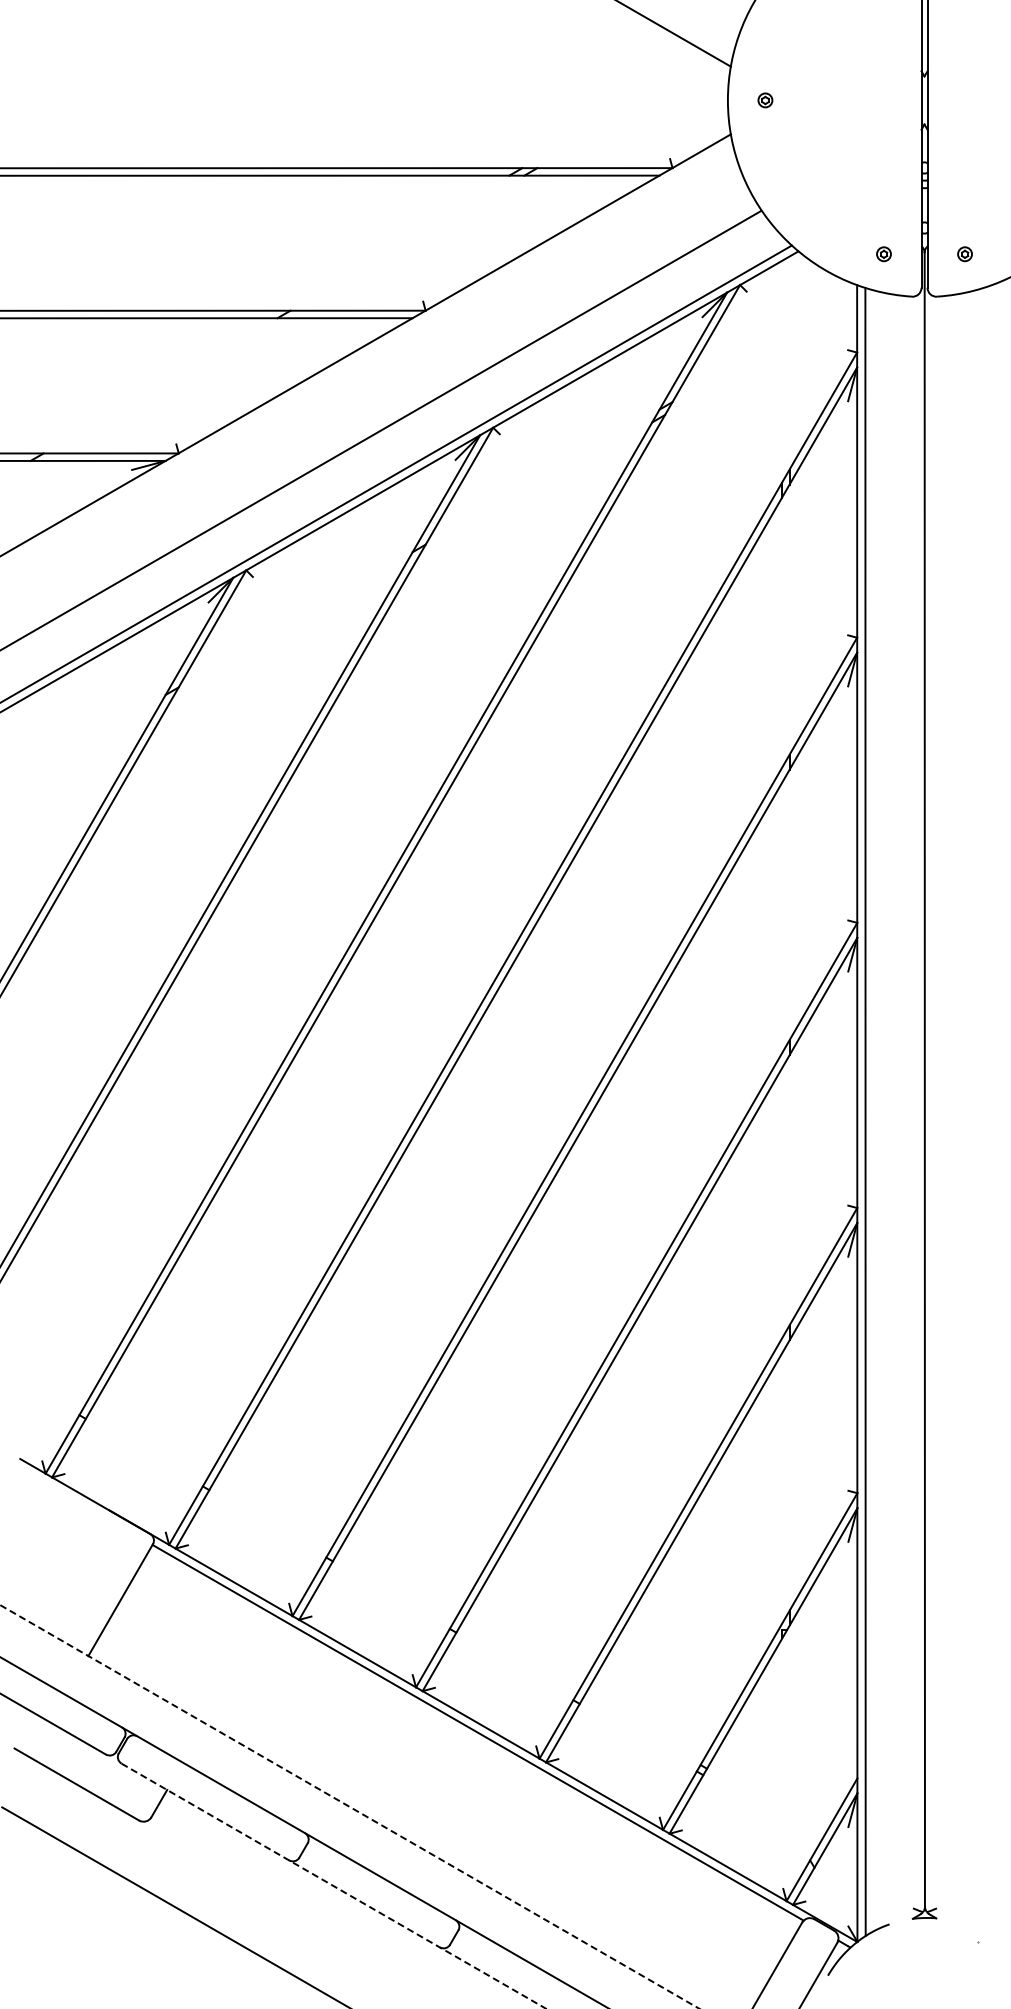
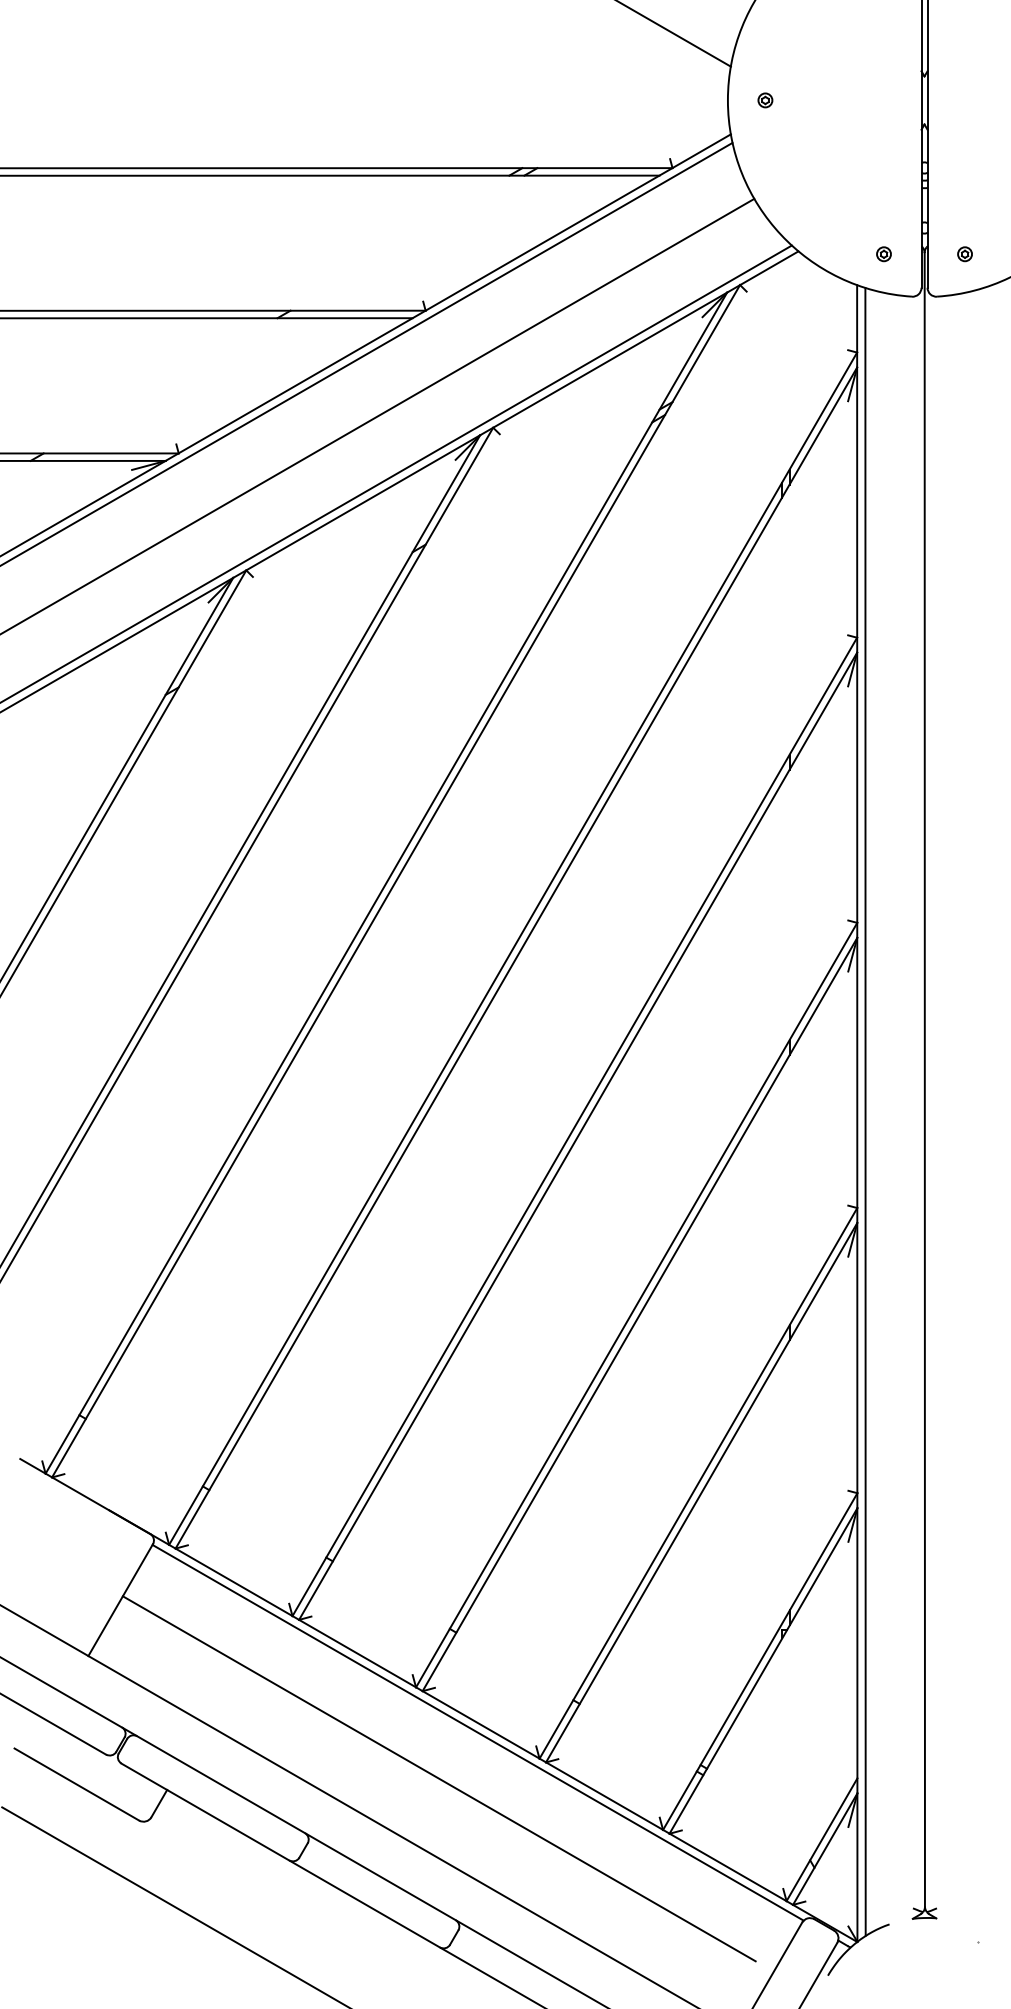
line at (367, 353): none -> present
line at (381, 429) position: (381, 429) -> (378, 415)
line at (438, 1778): none -> present
line at (350, 1807): dashed -> solid
line at (334, 1886): dashed -> solid
